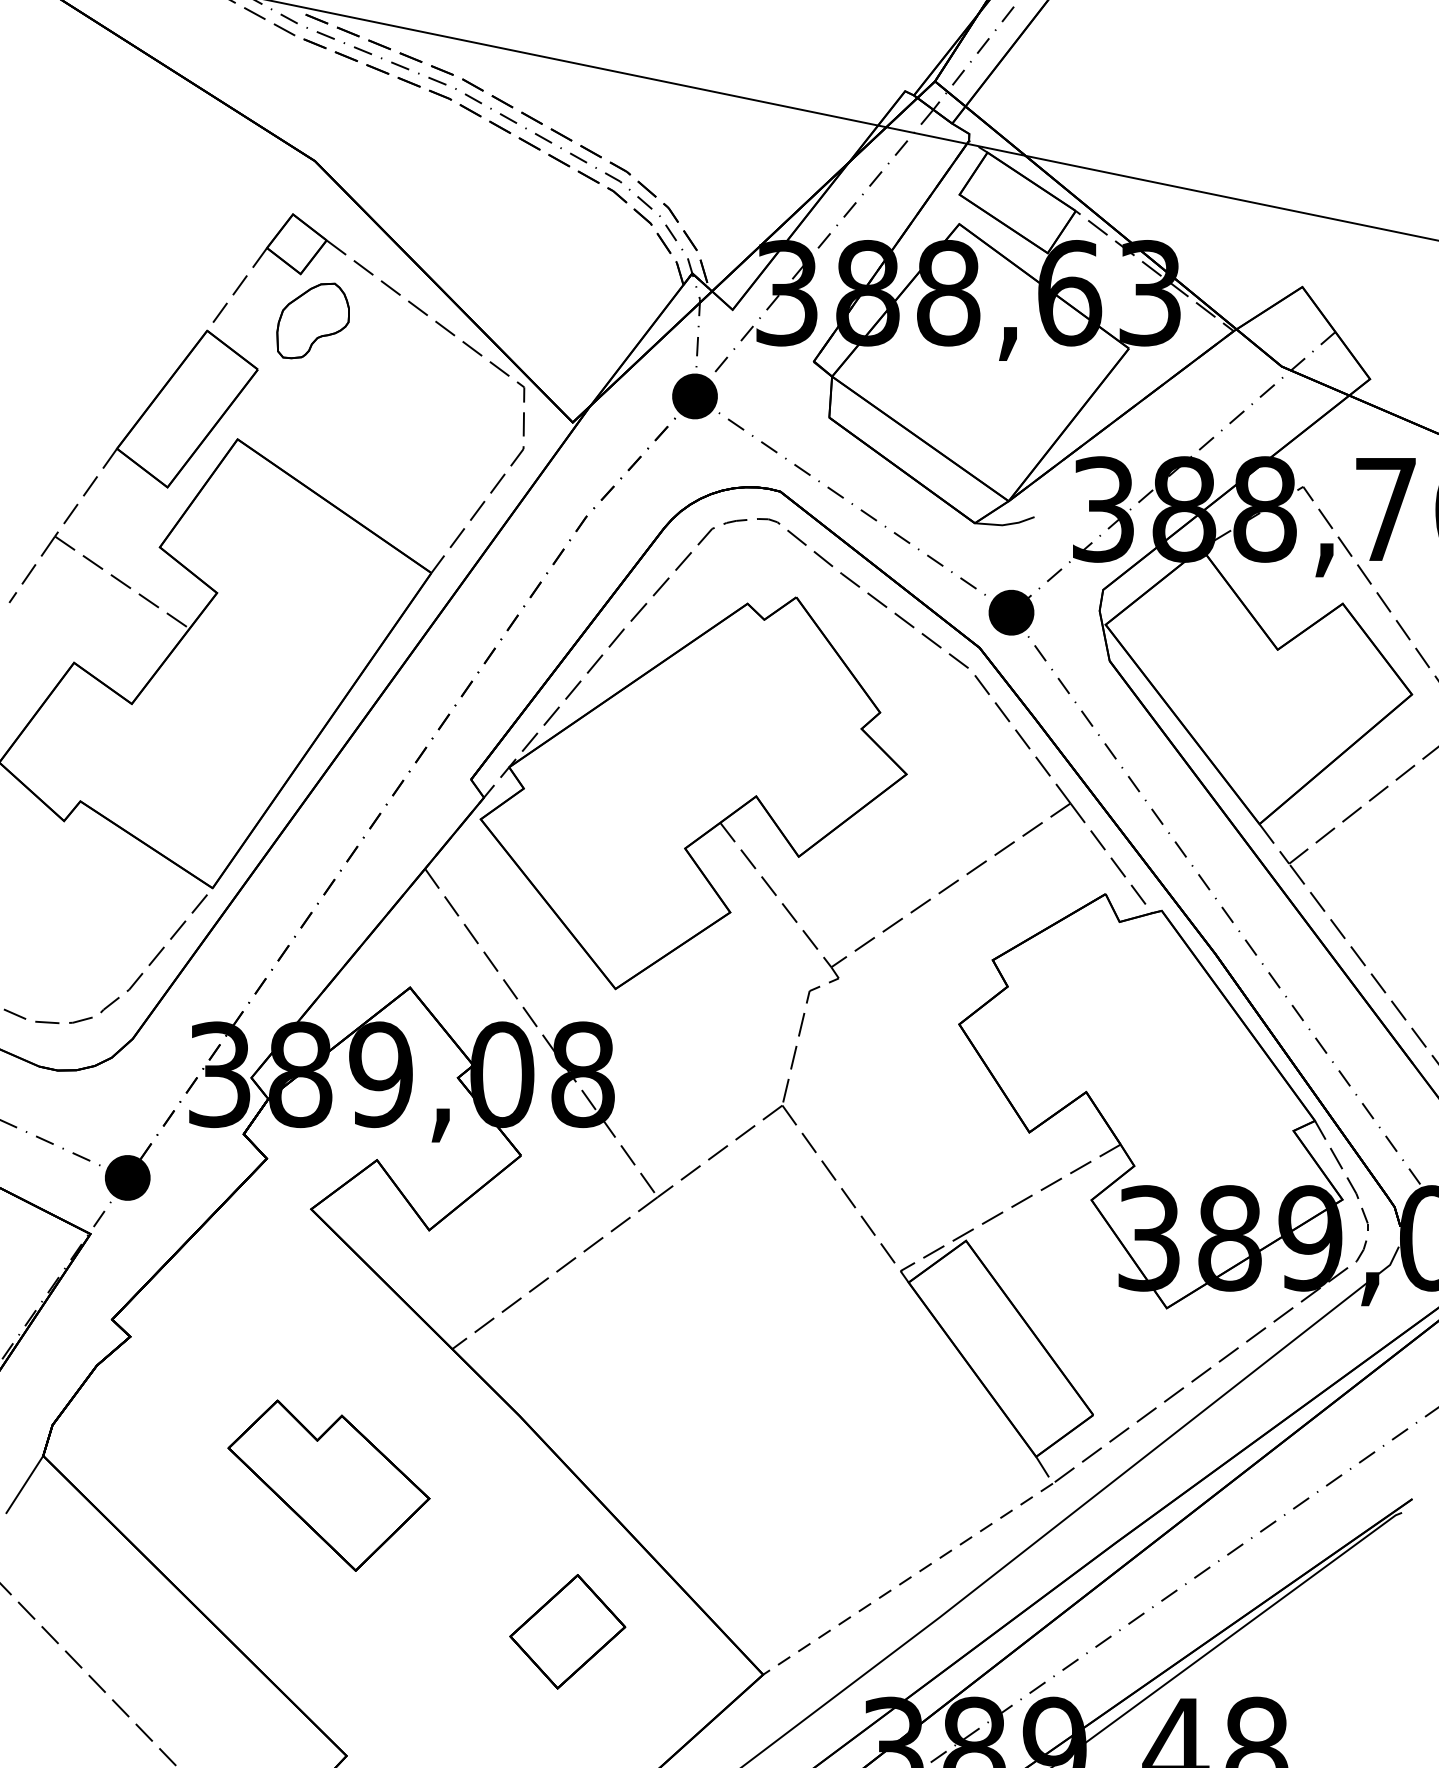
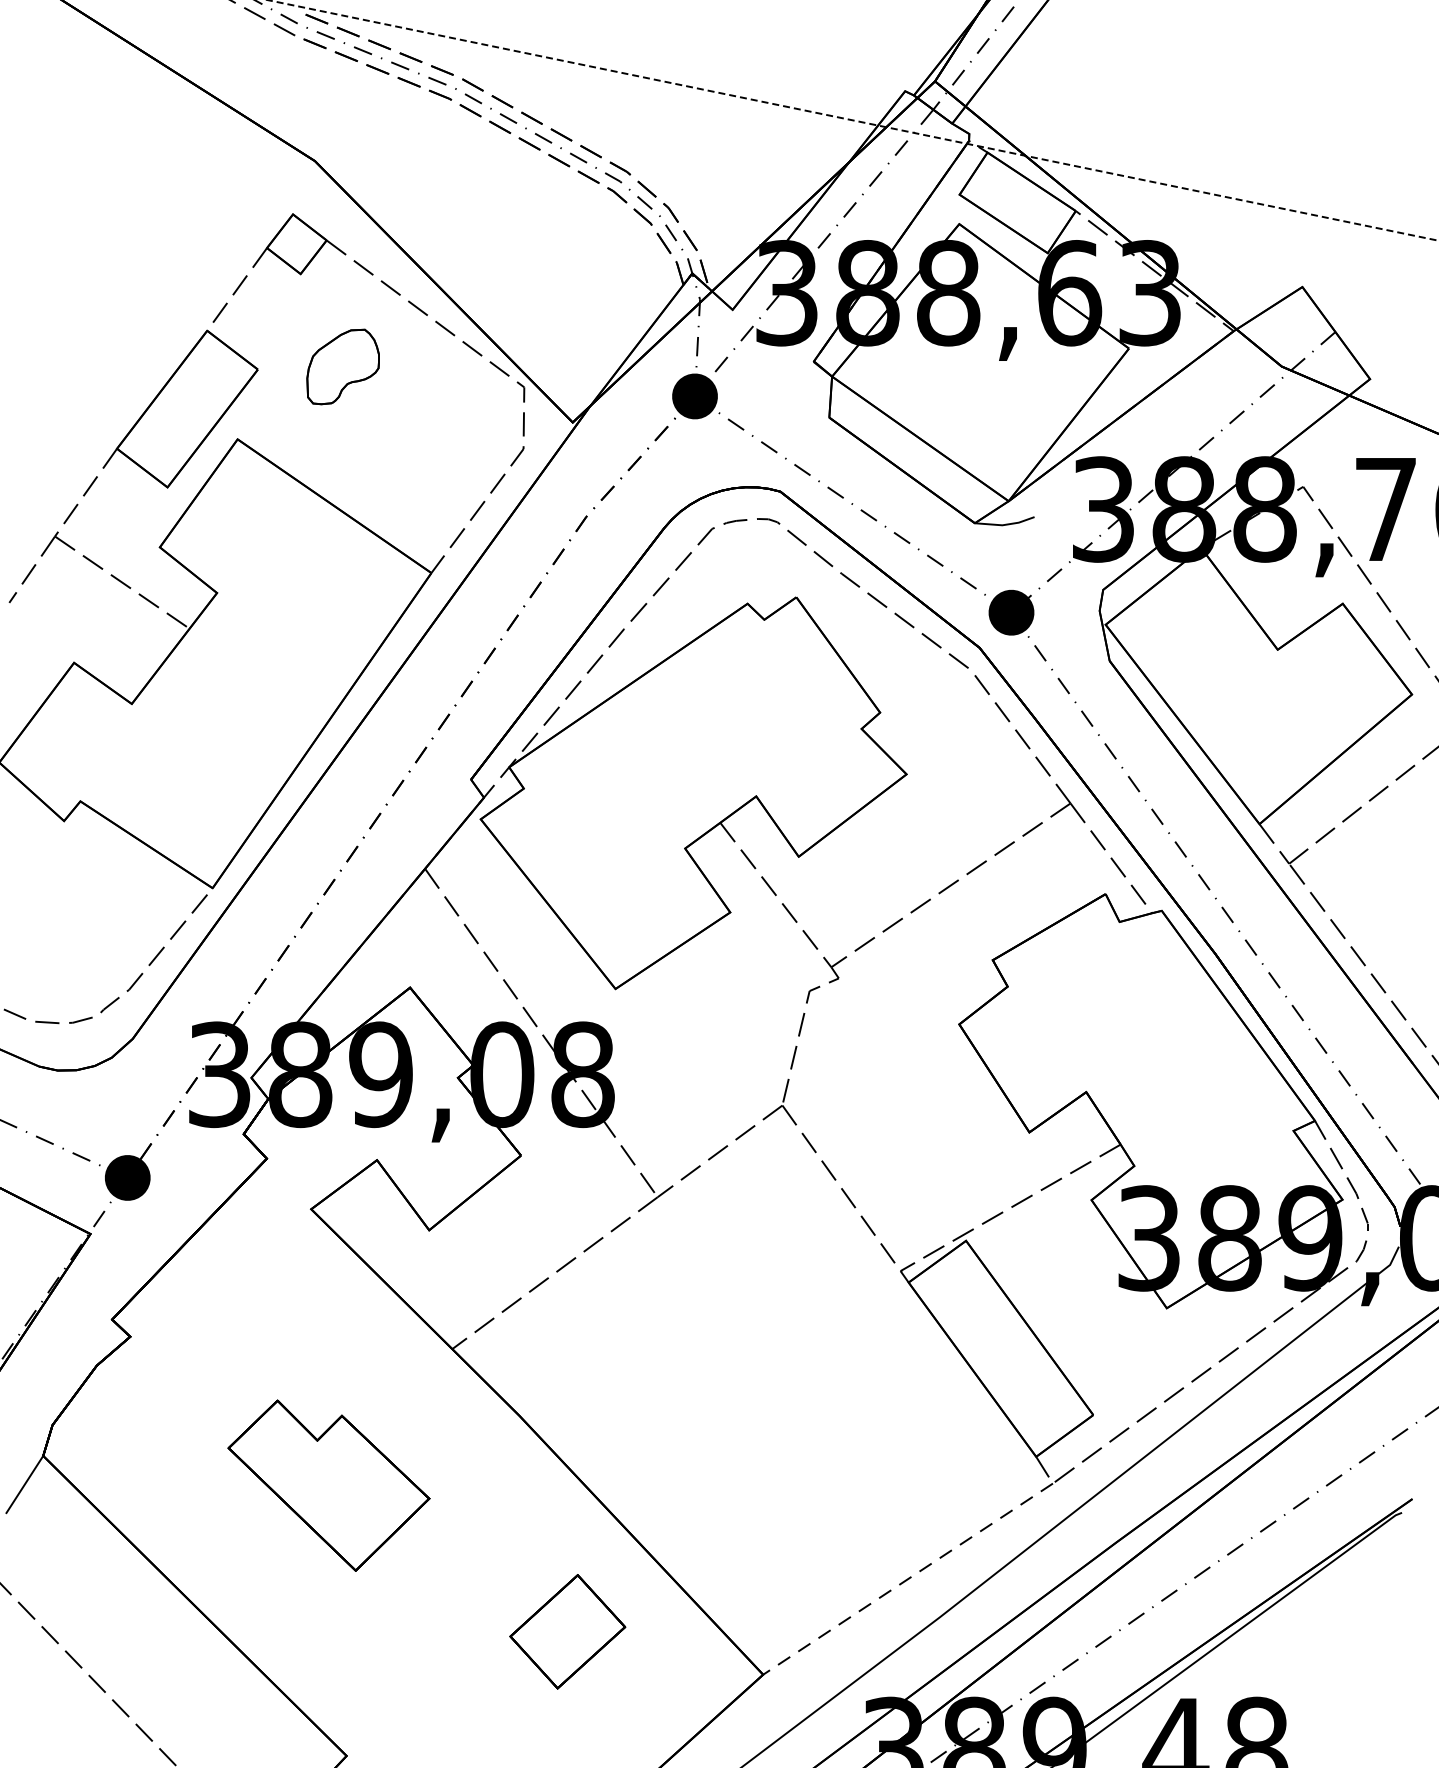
line at (853, 120): solid -> dashed
part at (312, 320) position: (312, 320) -> (342, 366)
